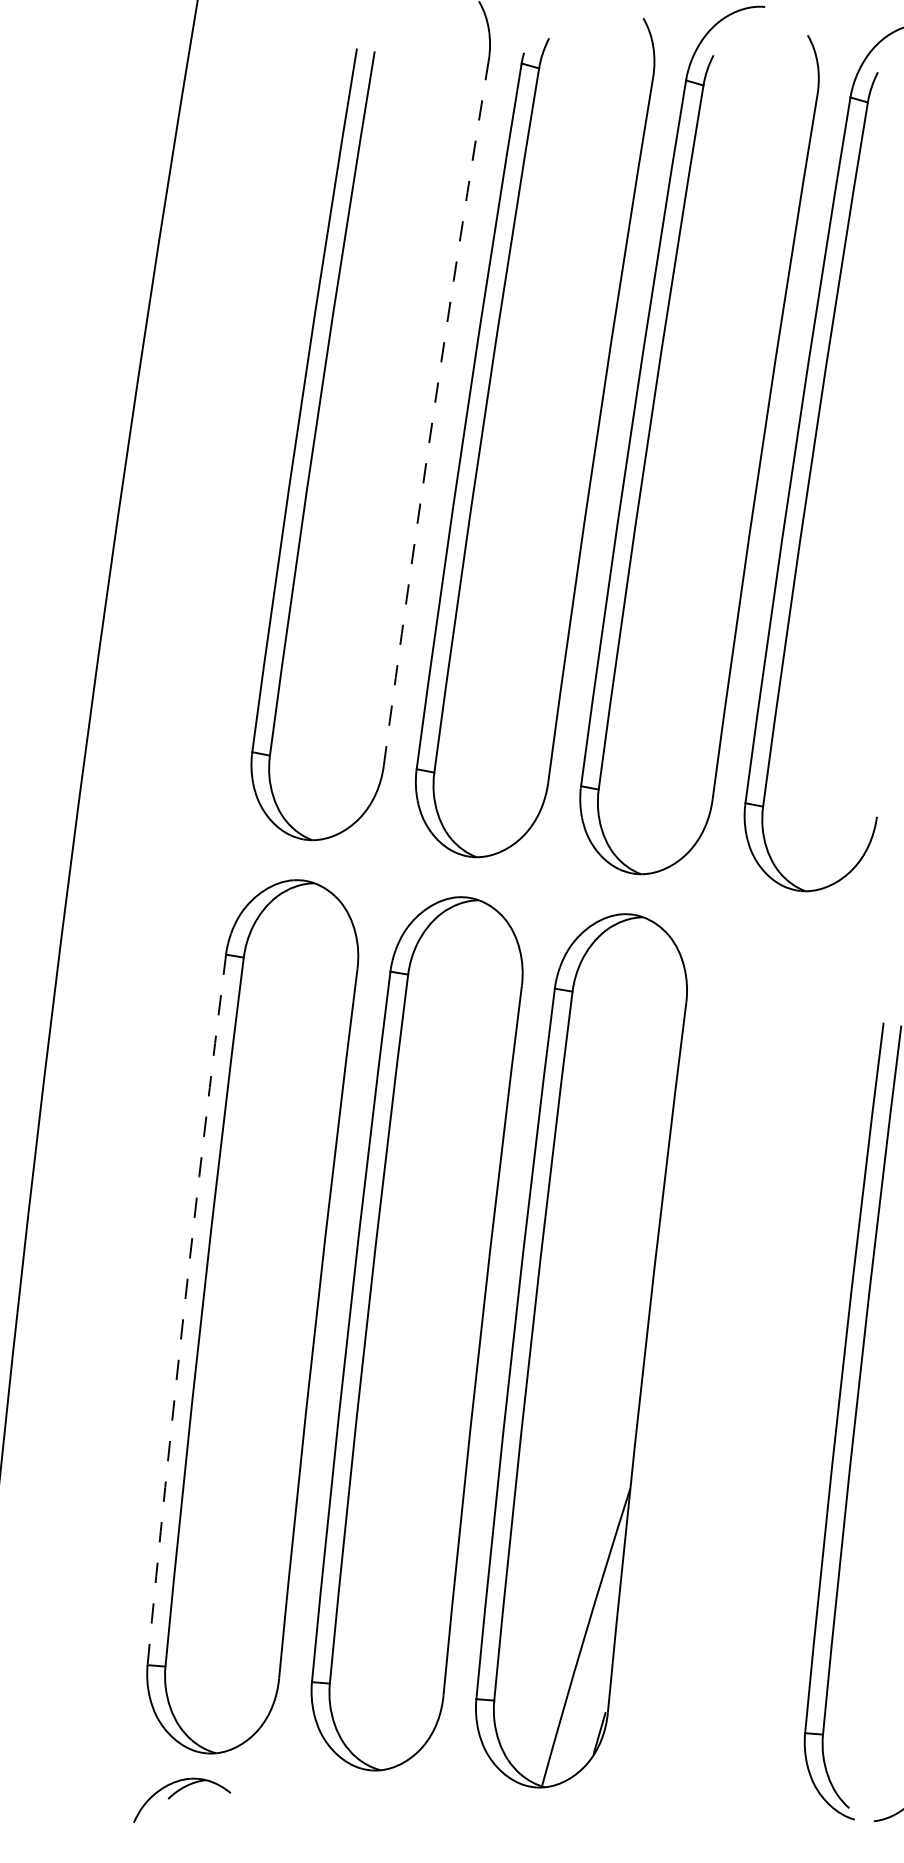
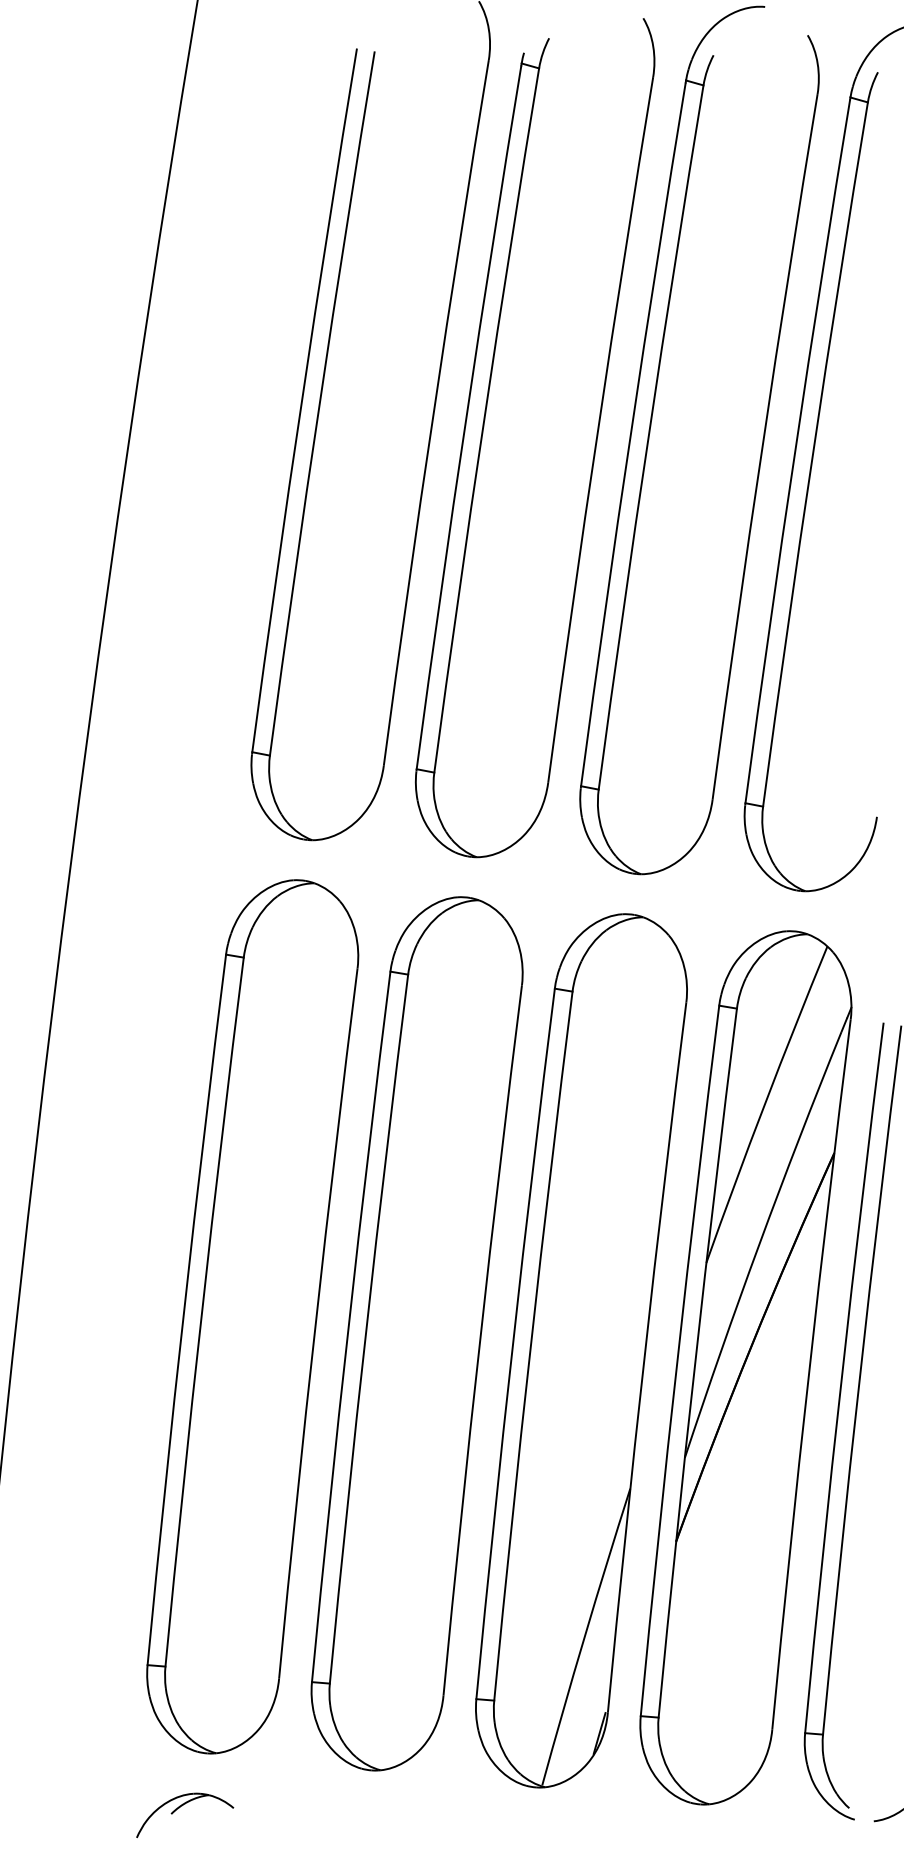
arc at (433, 412): dashed -> solid
arc at (184, 1309): dashed -> solid
part at (745, 1367): none -> present
part at (176, 1793) position: (176, 1793) -> (179, 1808)
